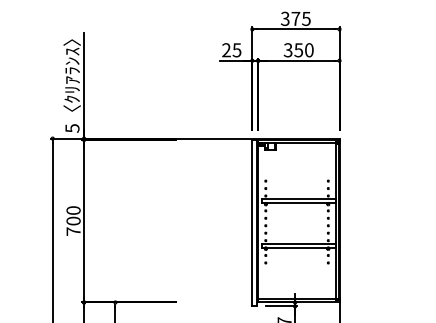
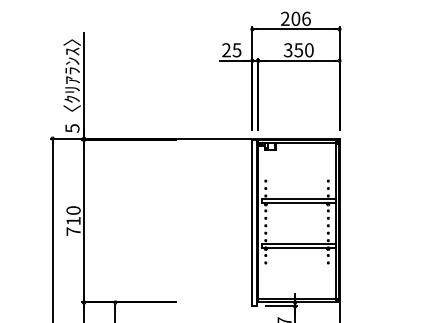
text at (295, 18): 375 -> 206
text at (73, 220): 700 -> 710
